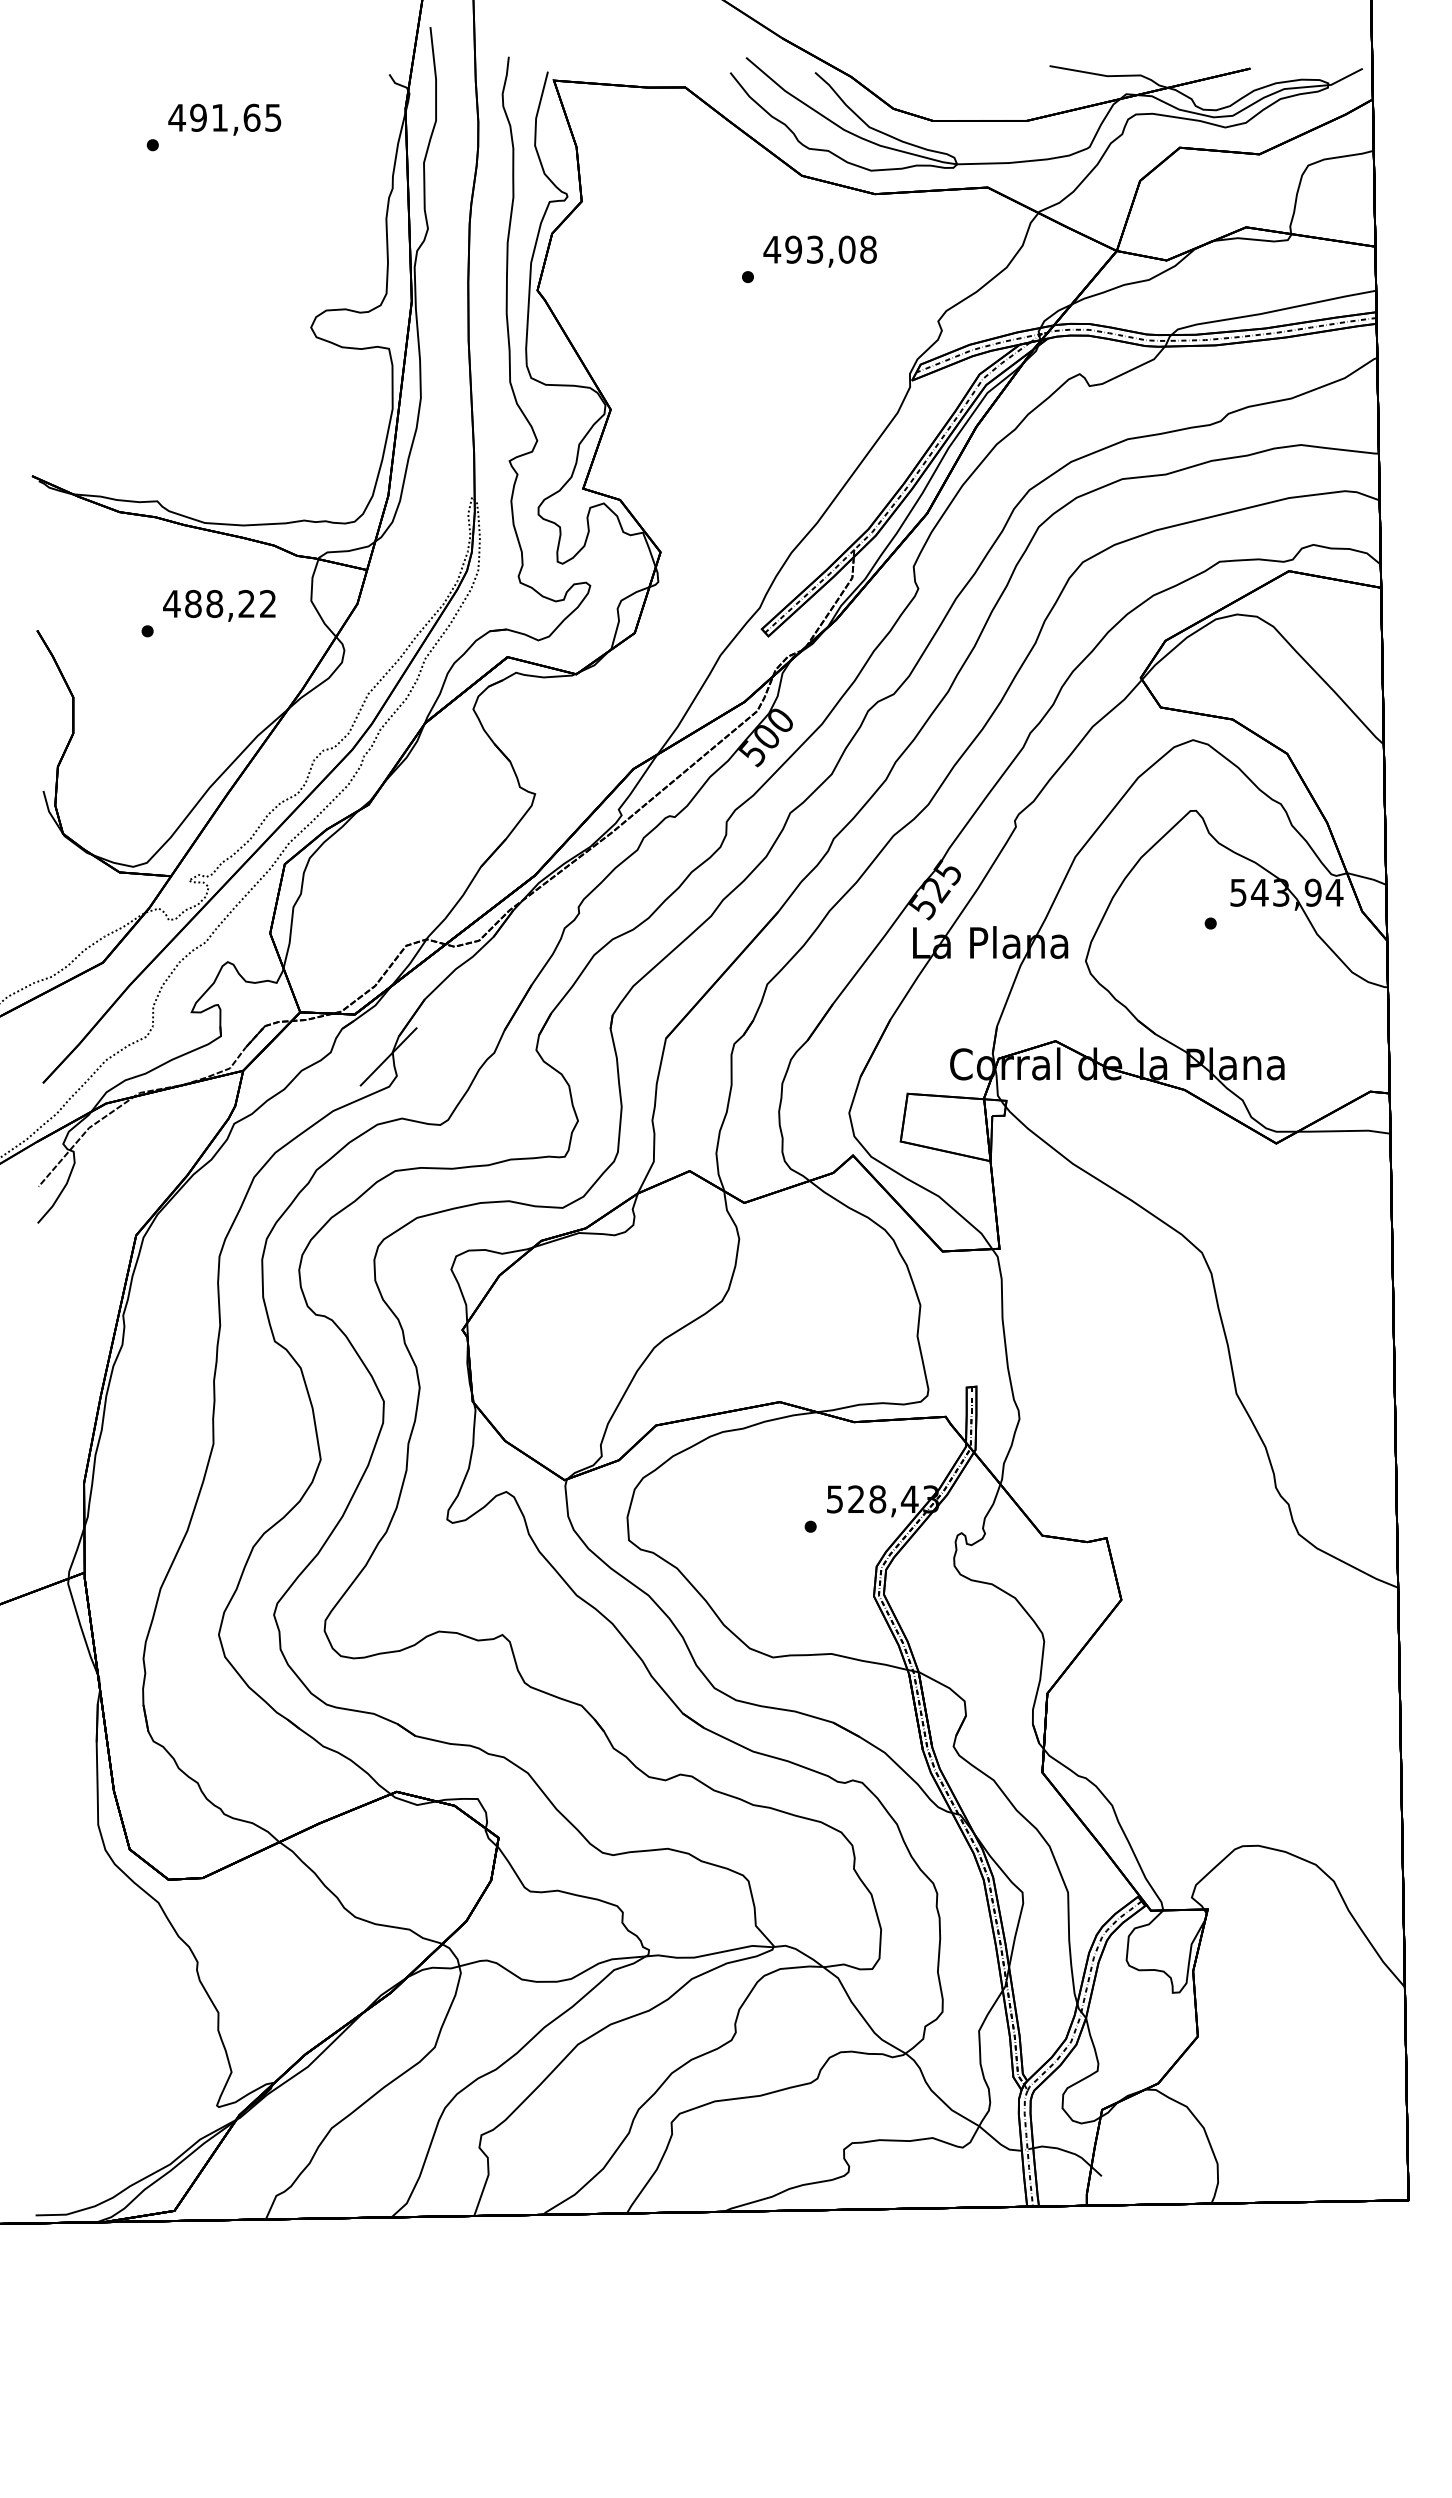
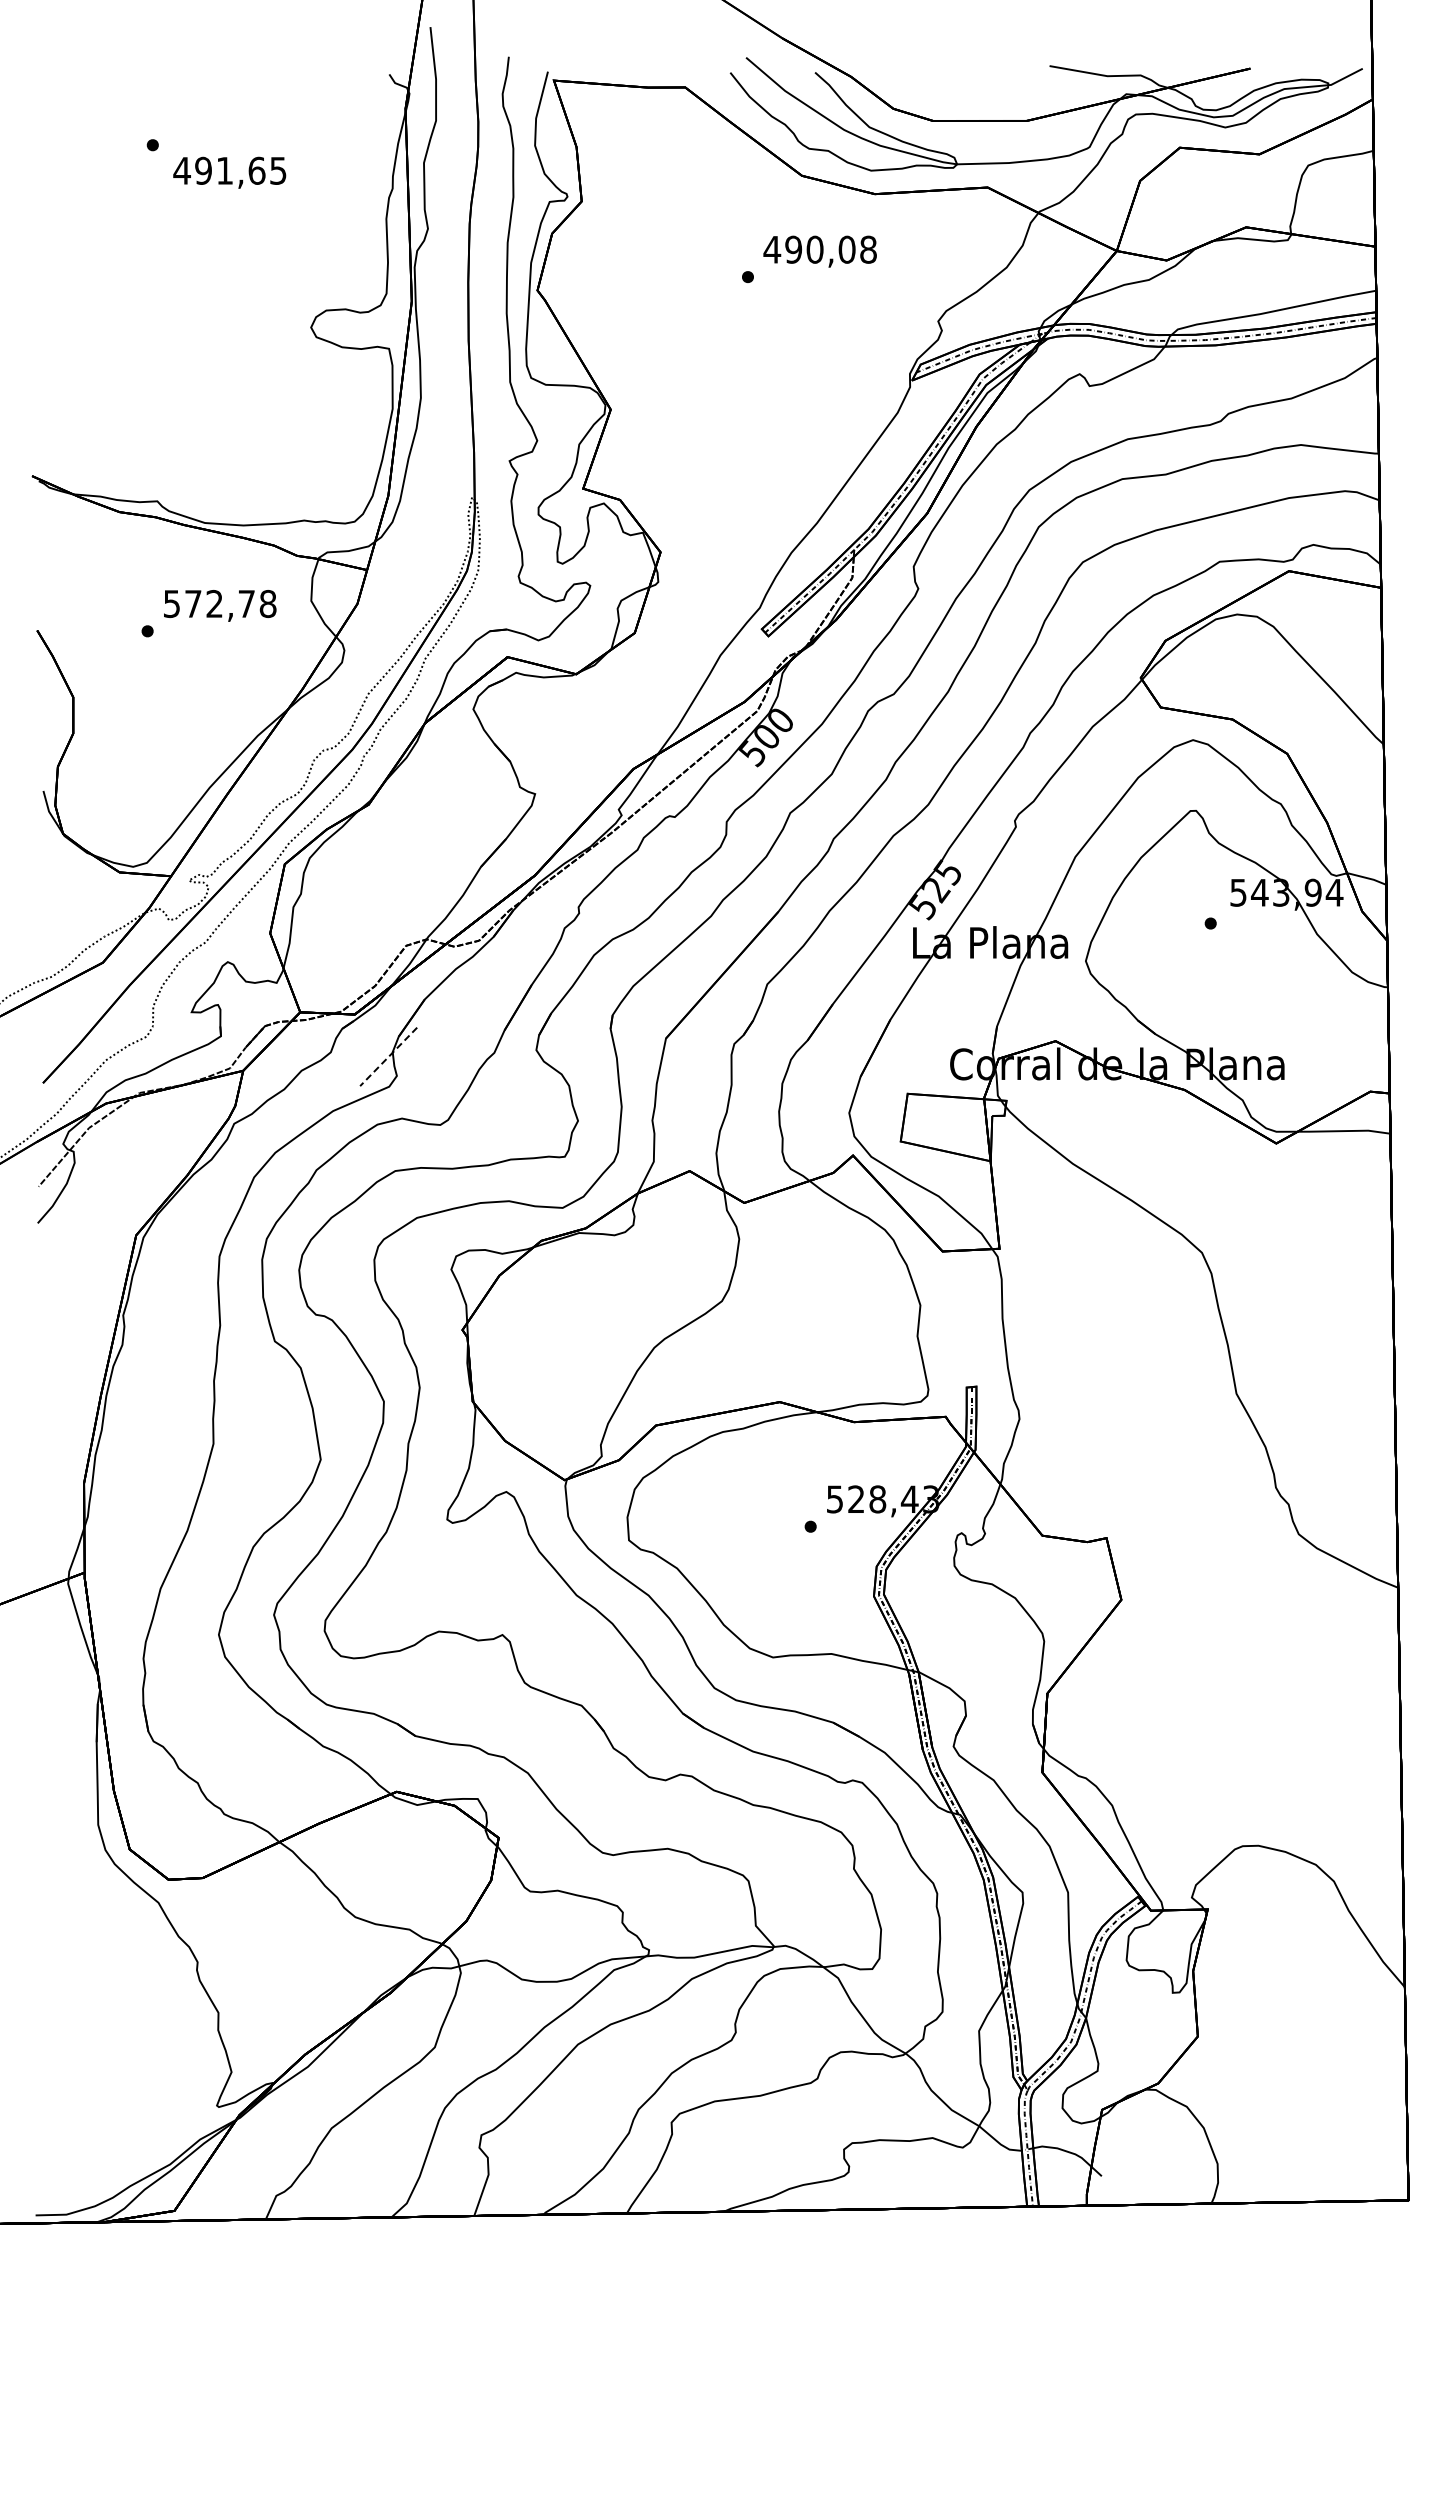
text at (224, 119) position: (224, 119) -> (229, 172)
text at (814, 249): 493,08 -> 490,08
text at (219, 603): 488,22 -> 572,78
line at (388, 1056): solid -> dashed
